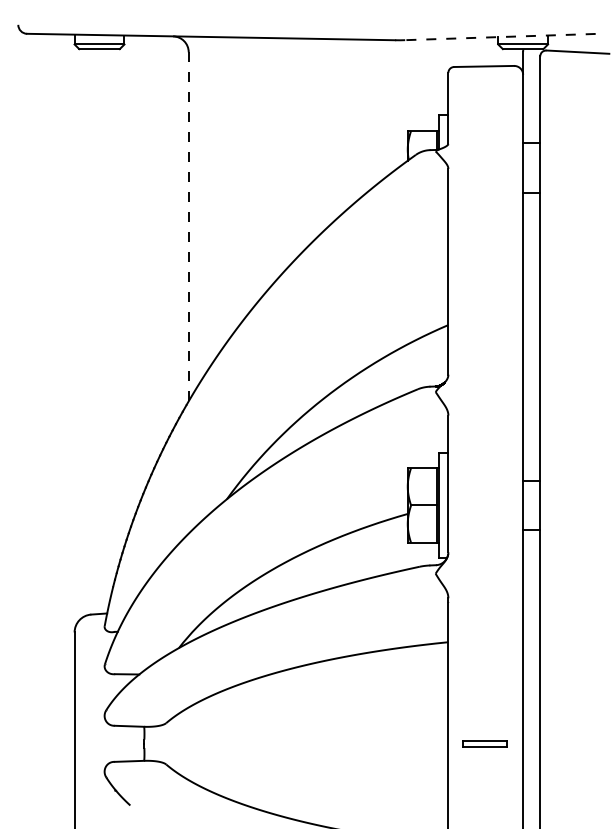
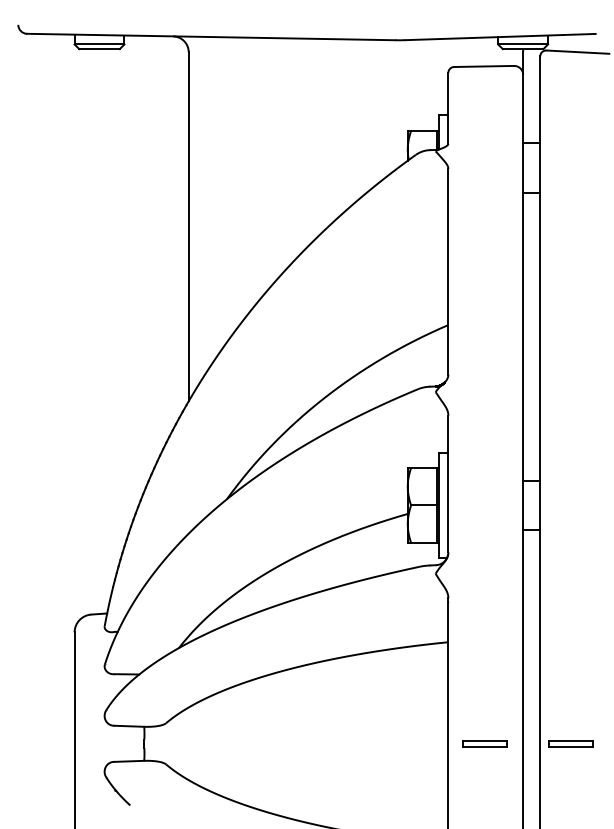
line at (499, 37): dashed -> solid
line at (188, 226): dashed -> solid
part at (570, 743): none -> present
